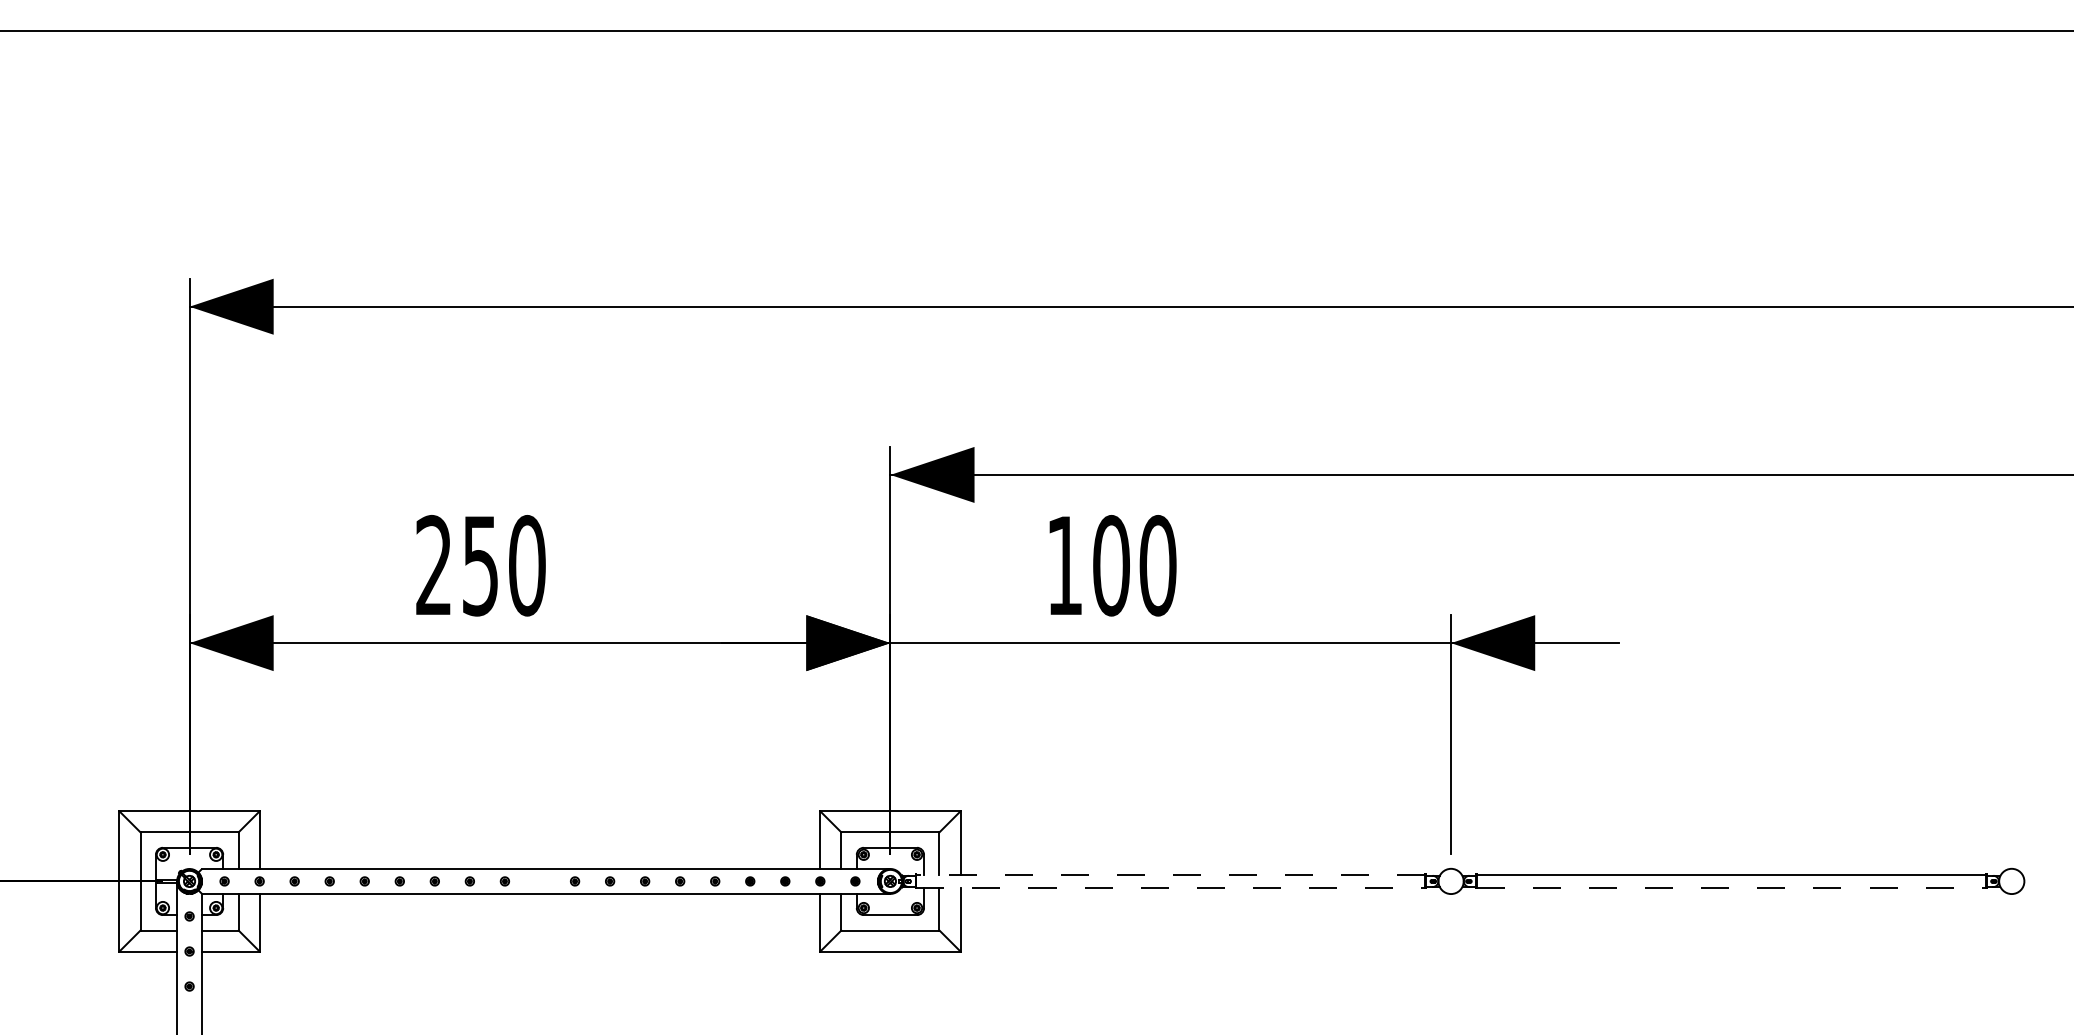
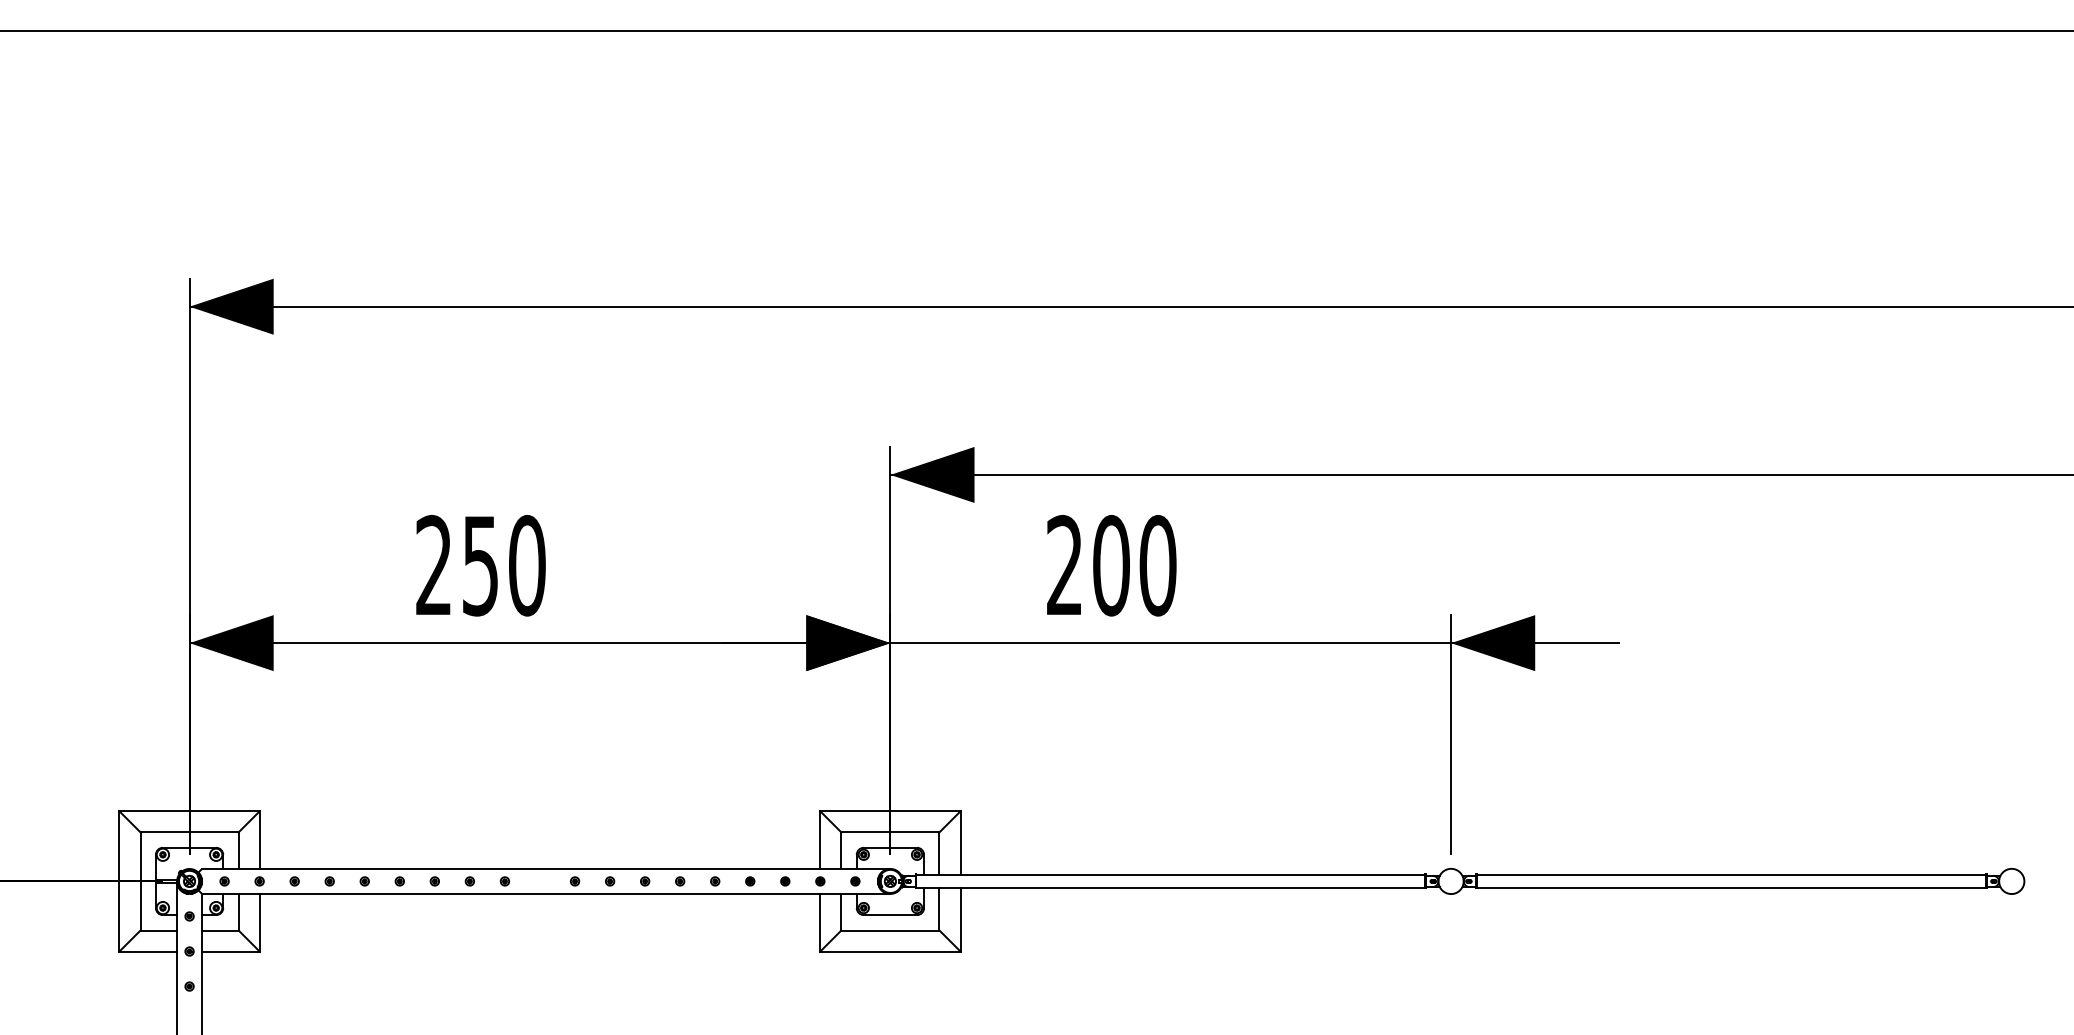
text at (1064, 564): 100 -> 200
line at (1170, 874): dashed -> solid
line at (1171, 888): dashed -> solid
line at (1731, 888): dashed -> solid
